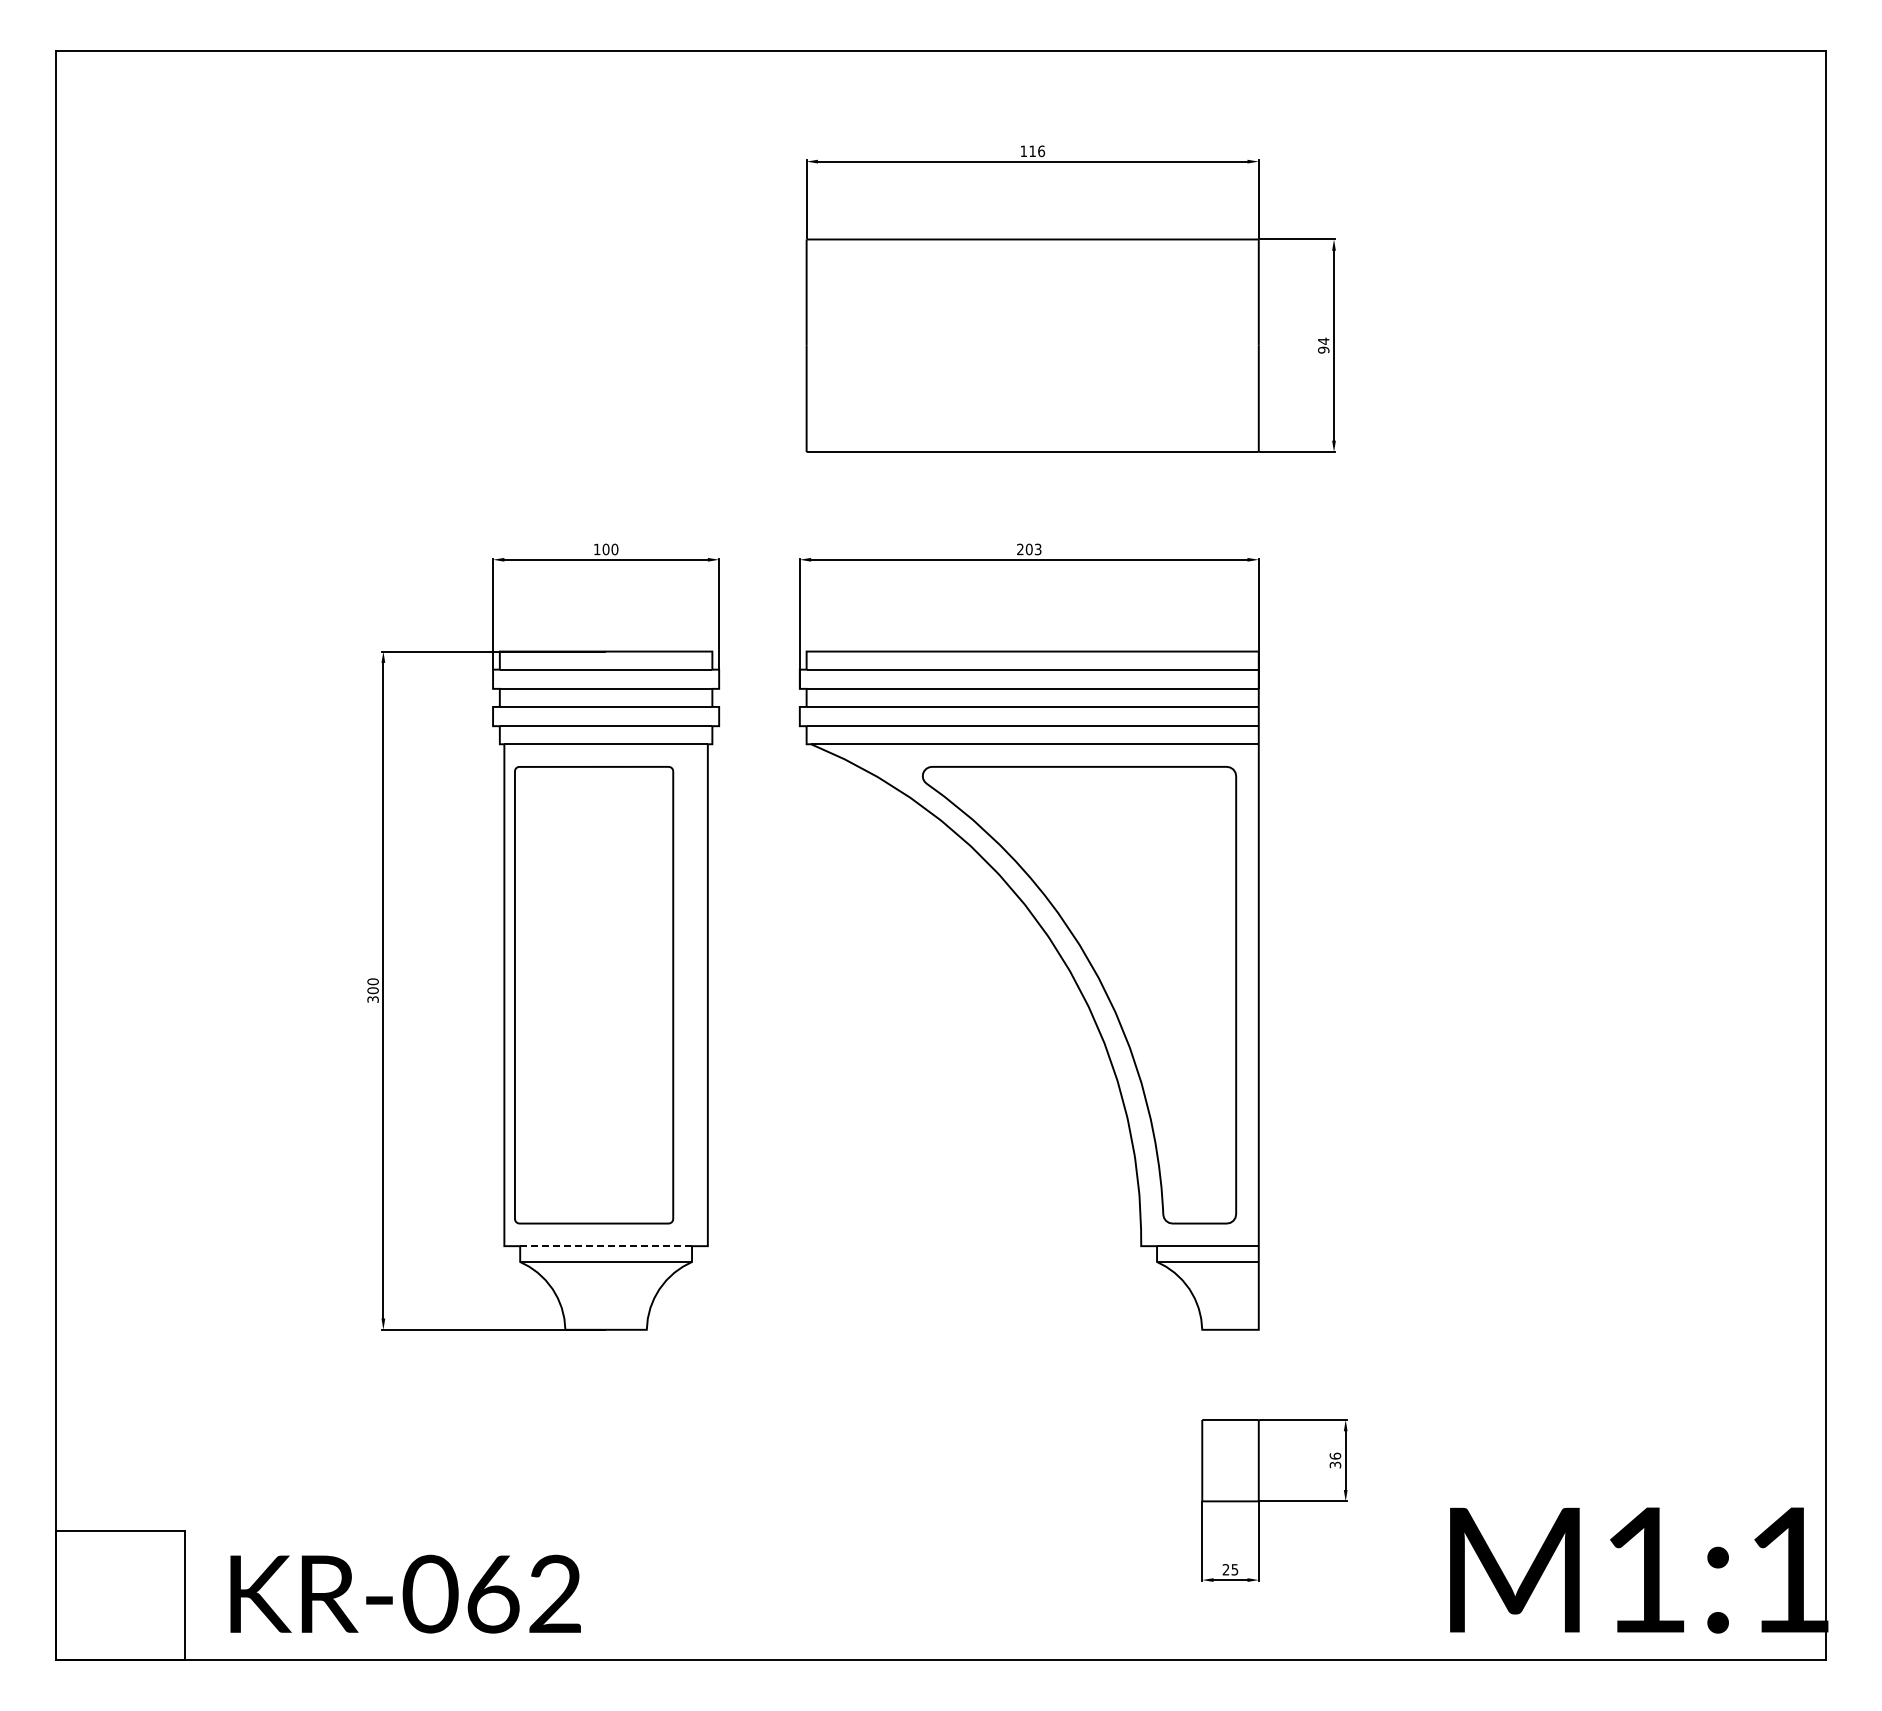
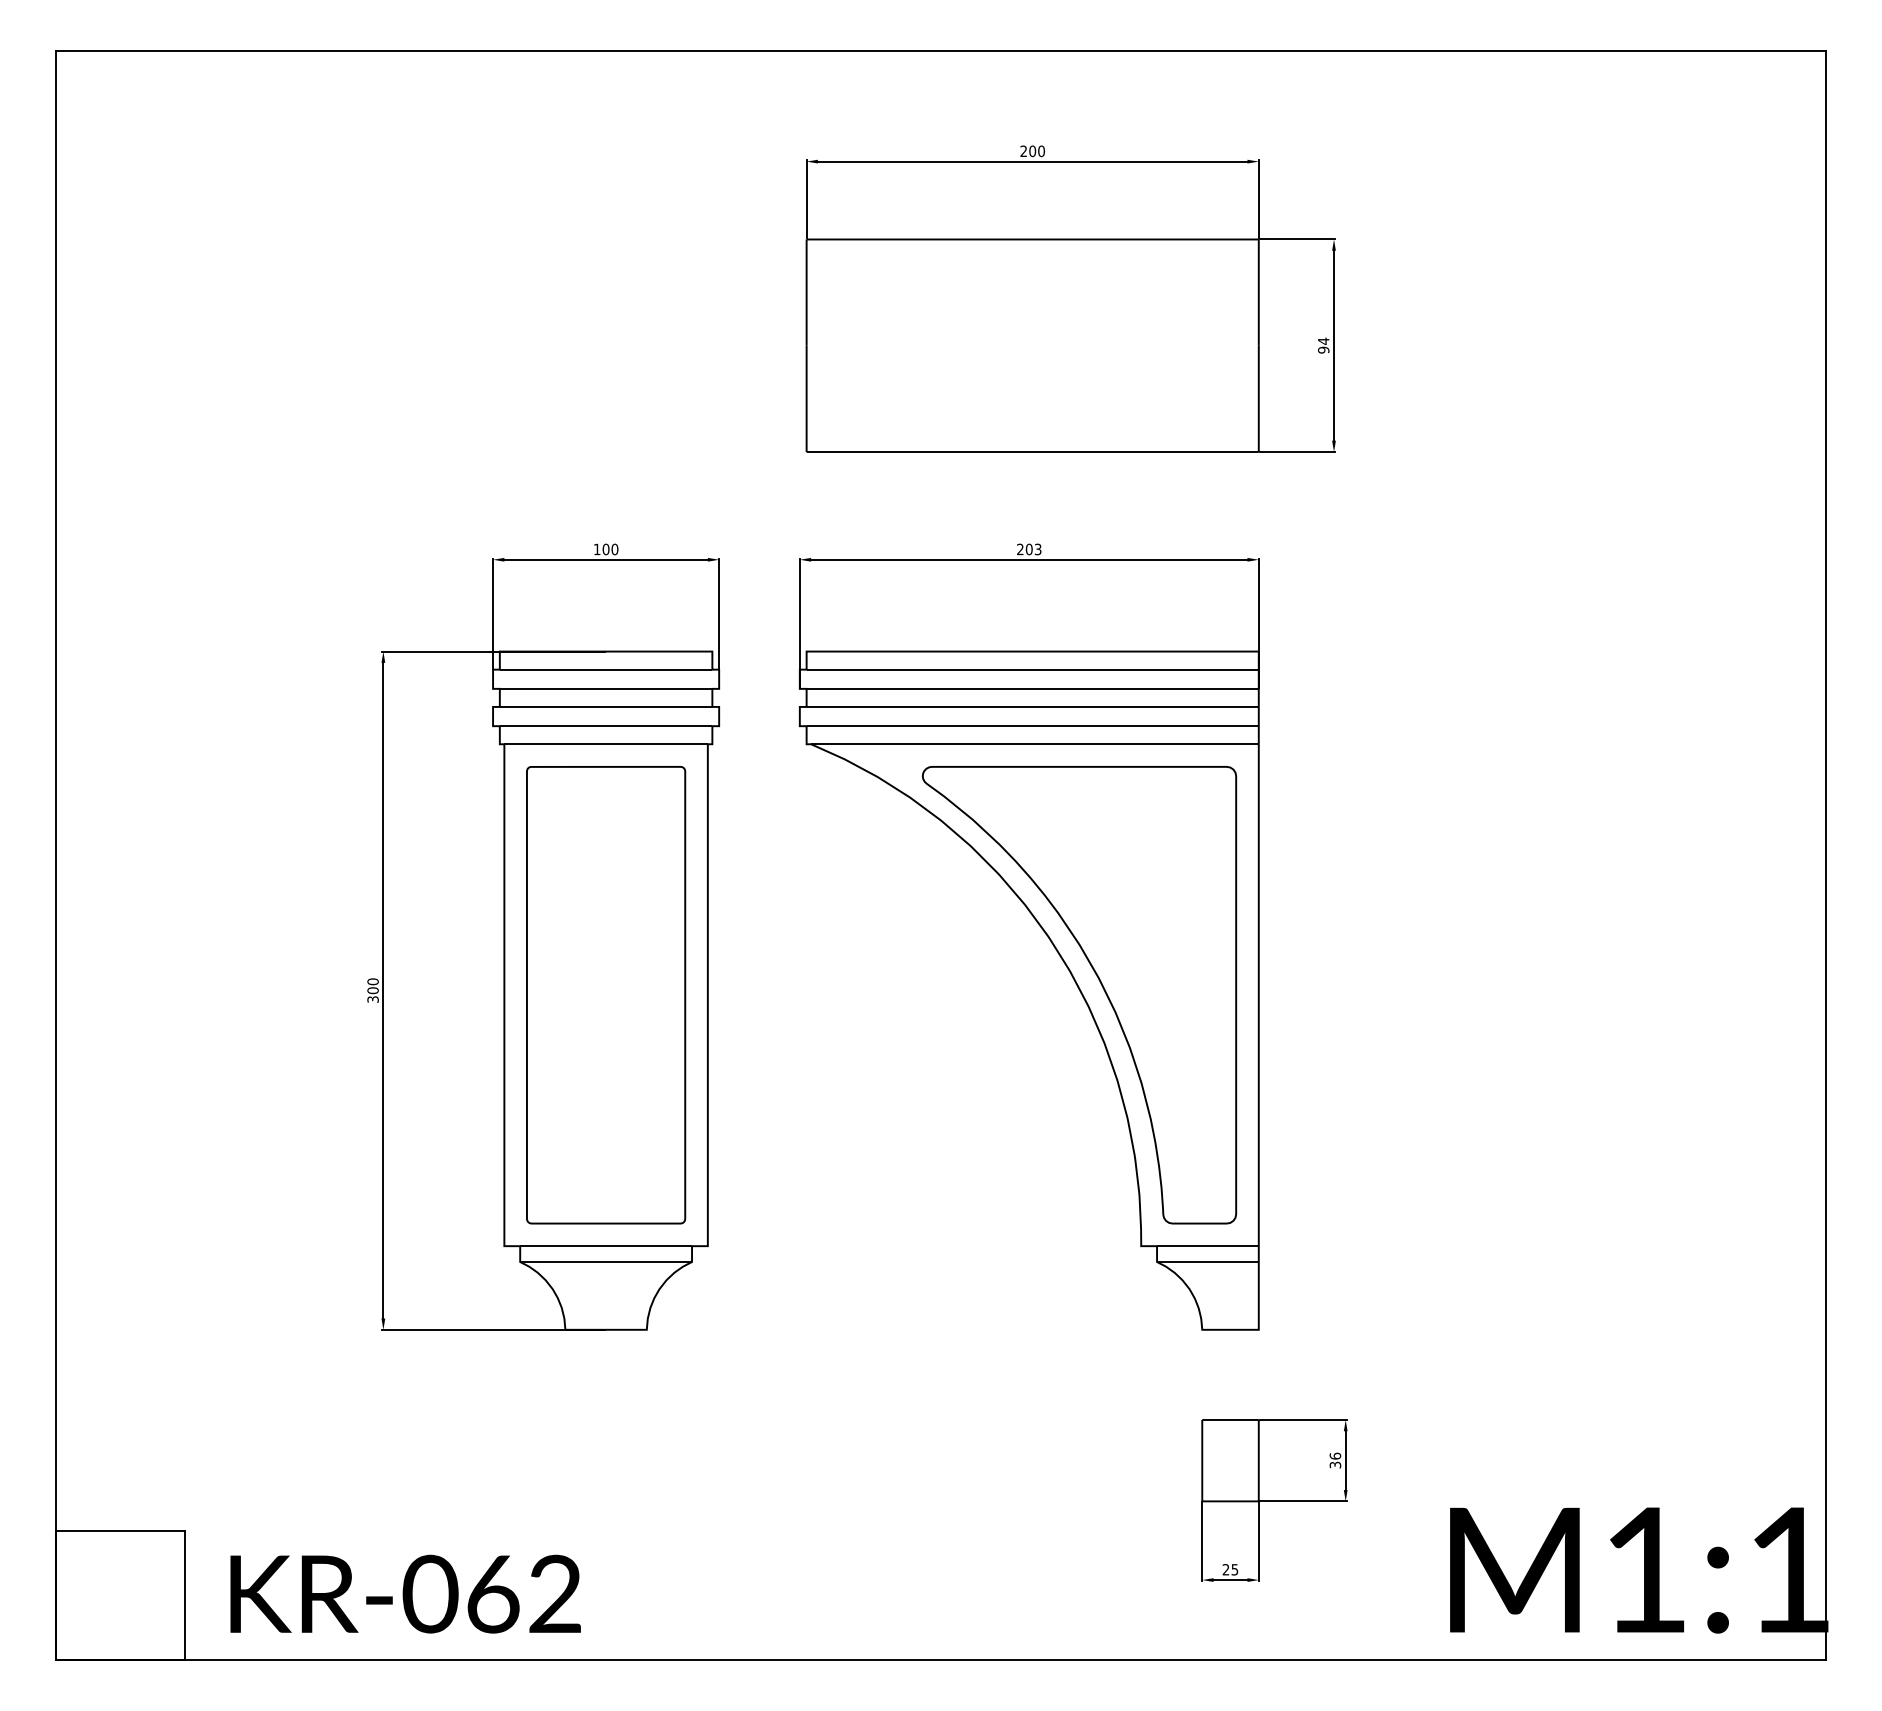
text at (1032, 151): 116 -> 200
part at (594, 995) position: (594, 995) -> (606, 995)
line at (606, 1246): dashed -> solid
